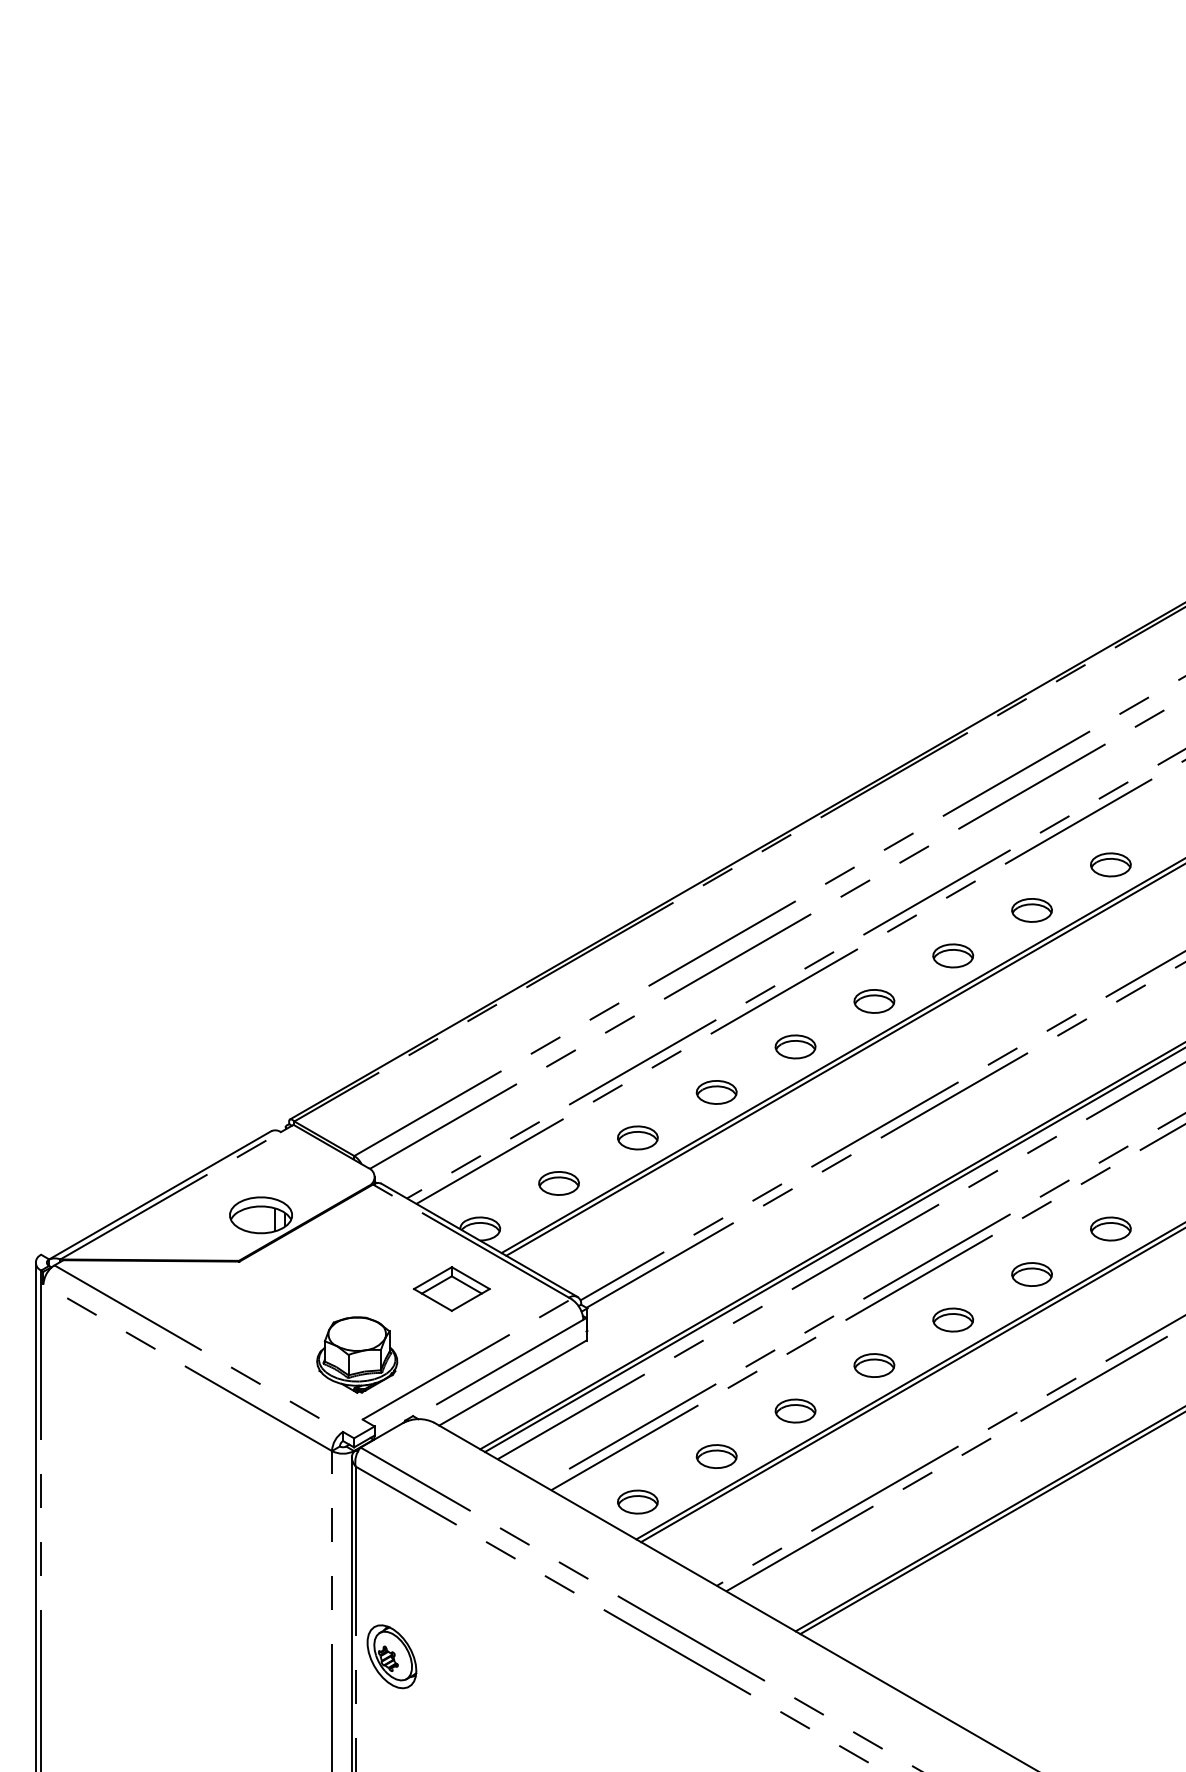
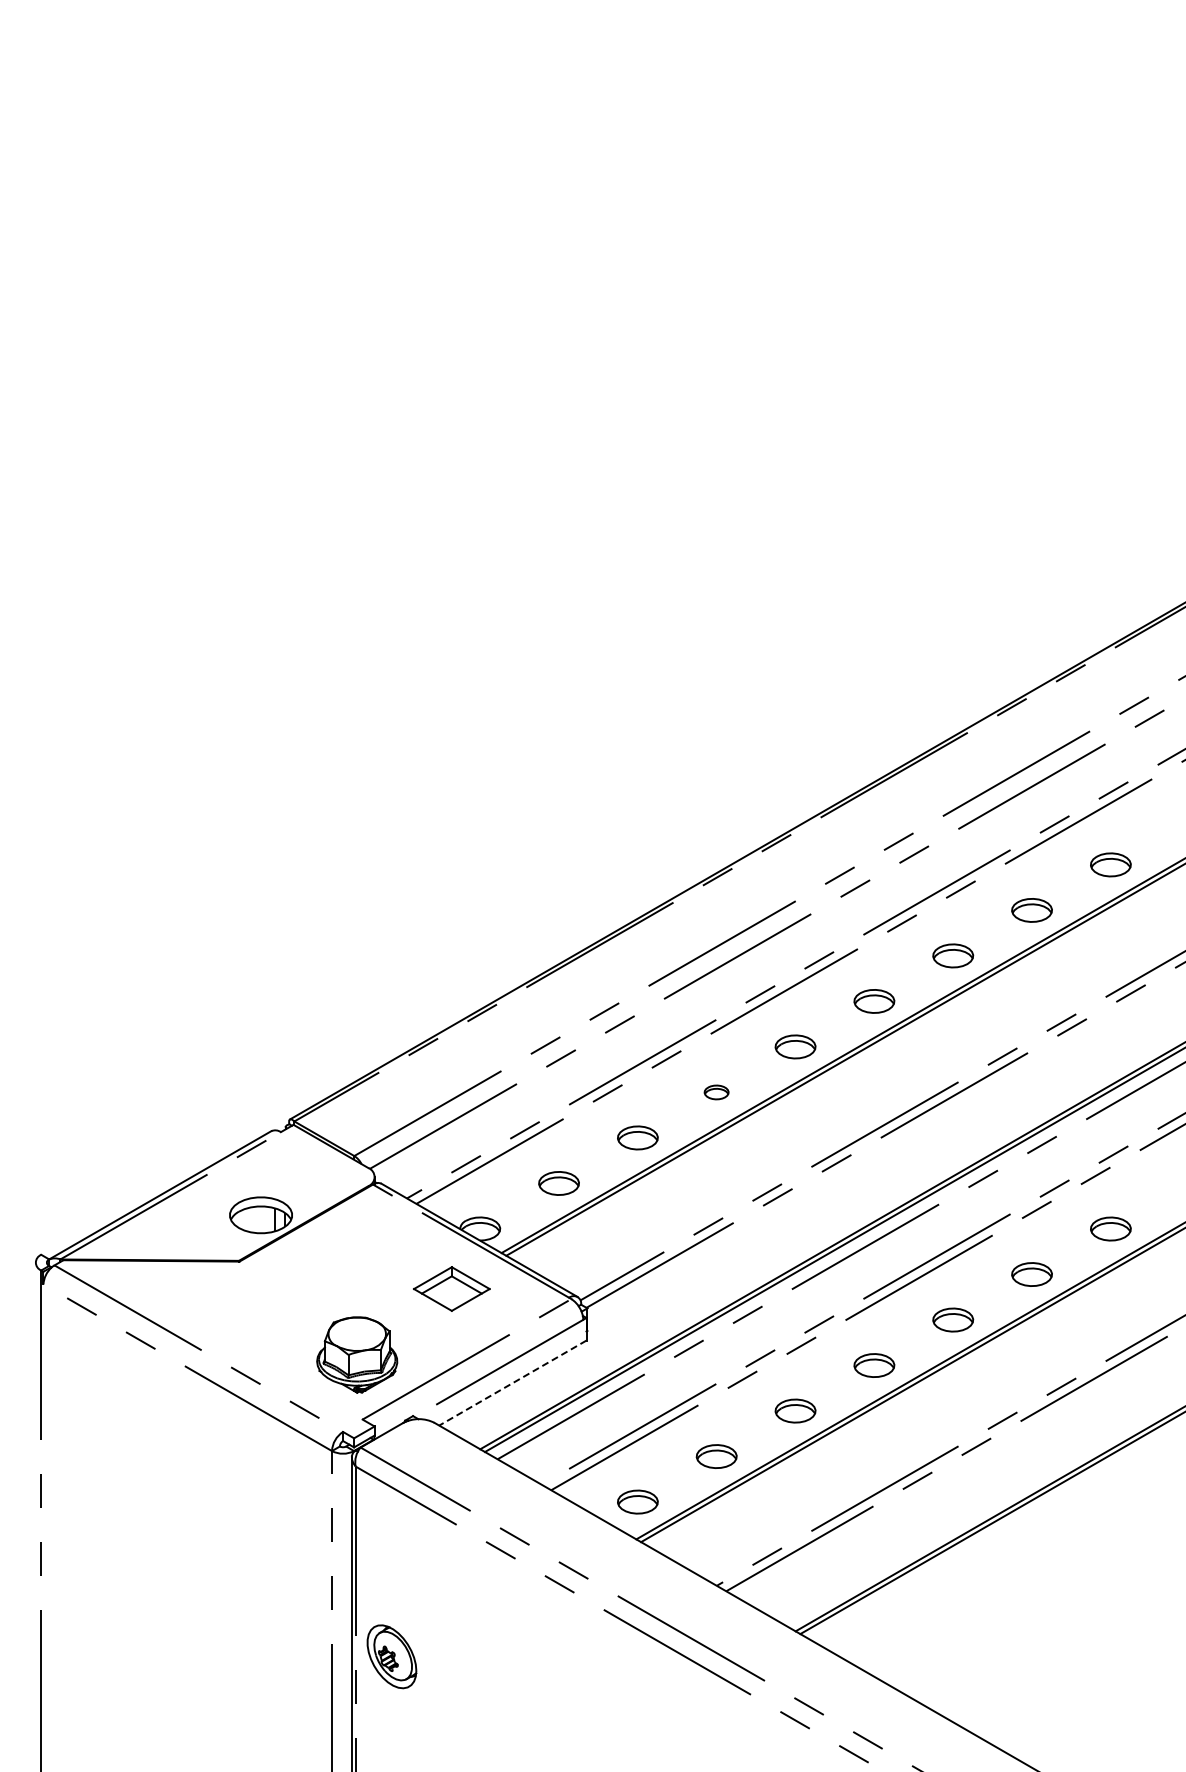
part at (716, 1092) size: 43x25 px -> 27x17 px
line at (512, 1383): solid -> dashed
line at (35, 1515): present -> none
